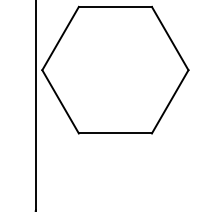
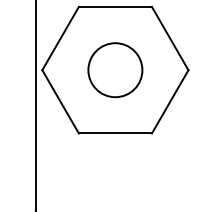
circle at (115, 70): none -> present
